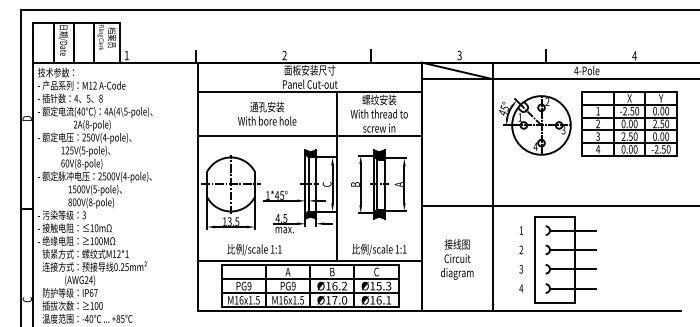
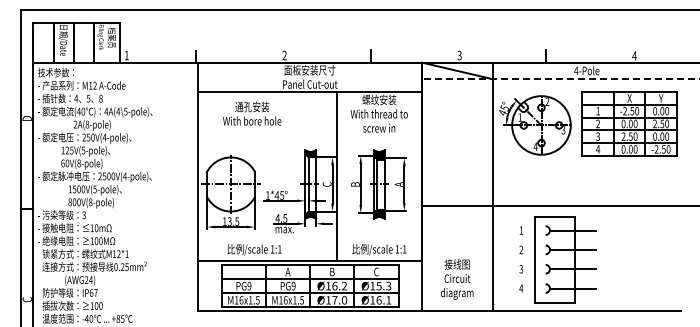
line at (561, 79): solid -> dashed
text at (267, 113) position: (267, 113) -> (252, 113)
line at (309, 136): present -> none
text at (457, 259) position: (457, 259) -> (457, 279)
